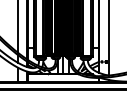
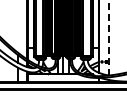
line at (18, 27): present -> none
line at (108, 37): solid -> dashed
